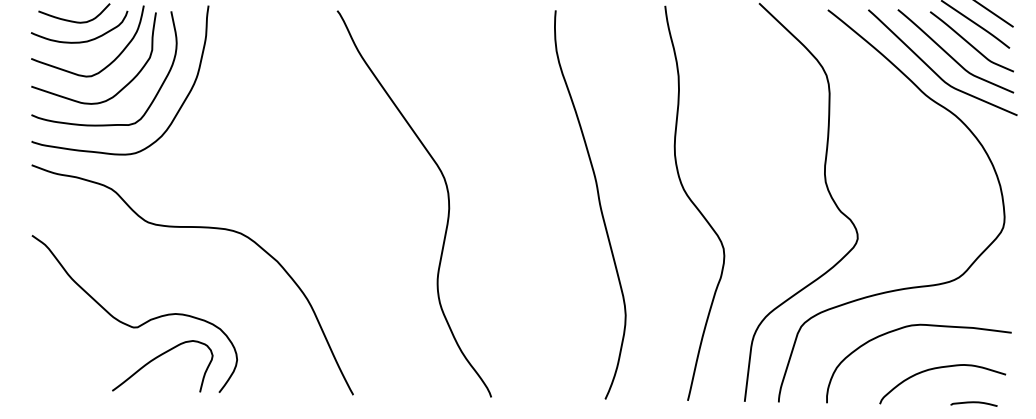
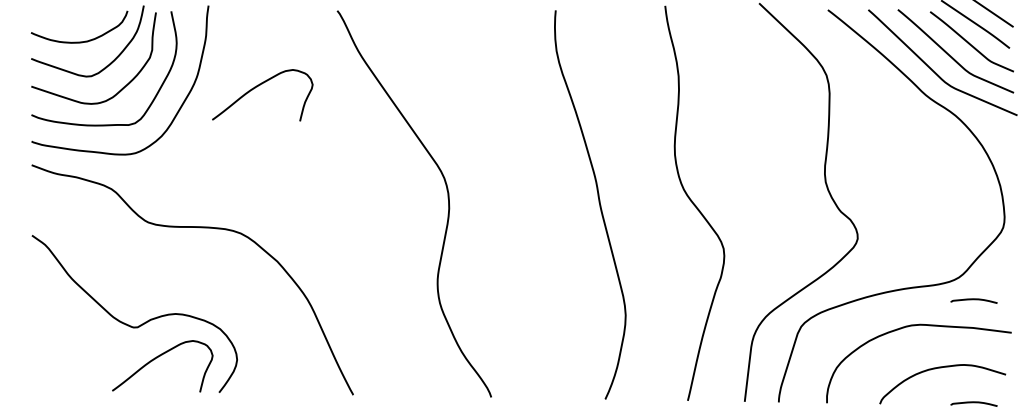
curve at (73, 20): present -> none
curve at (257, 87): none -> present
curve at (973, 300): none -> present
